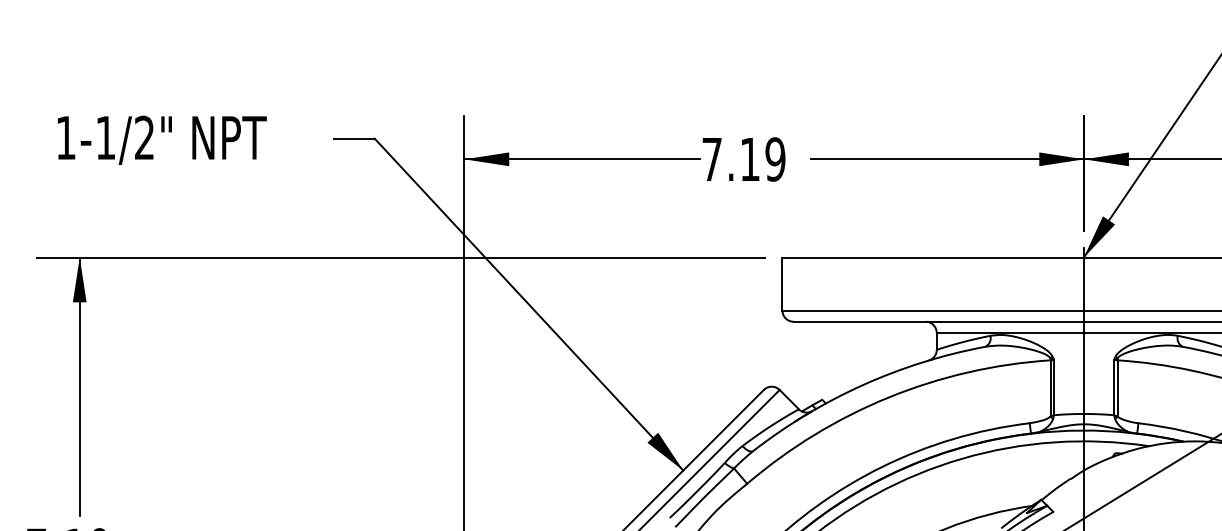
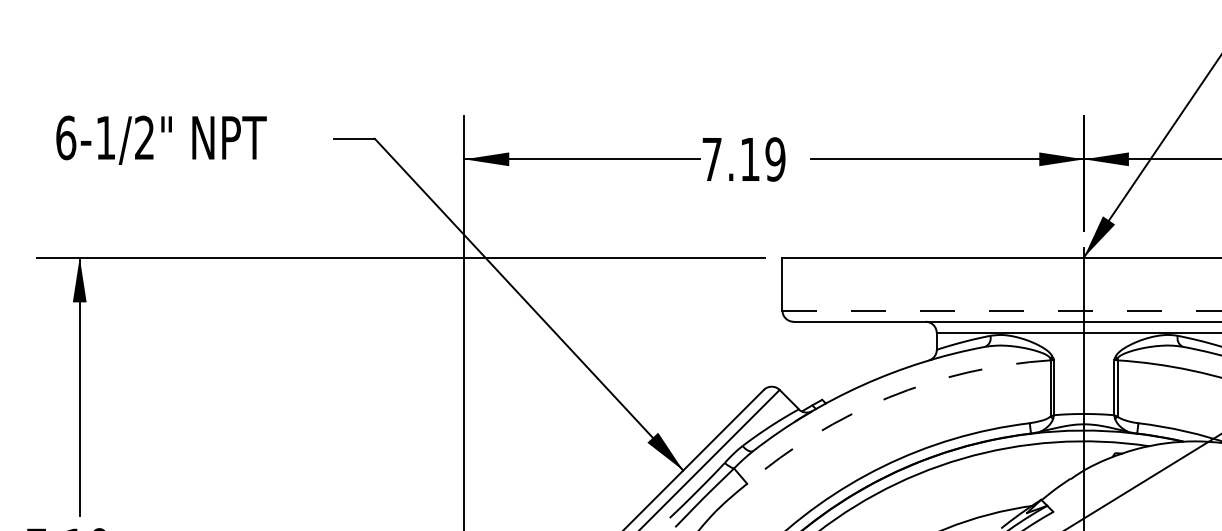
text at (66, 137): 1-1/2" -> 6-1/2"
line at (1002, 310): solid -> dashed
arc at (888, 397): solid -> dashed
